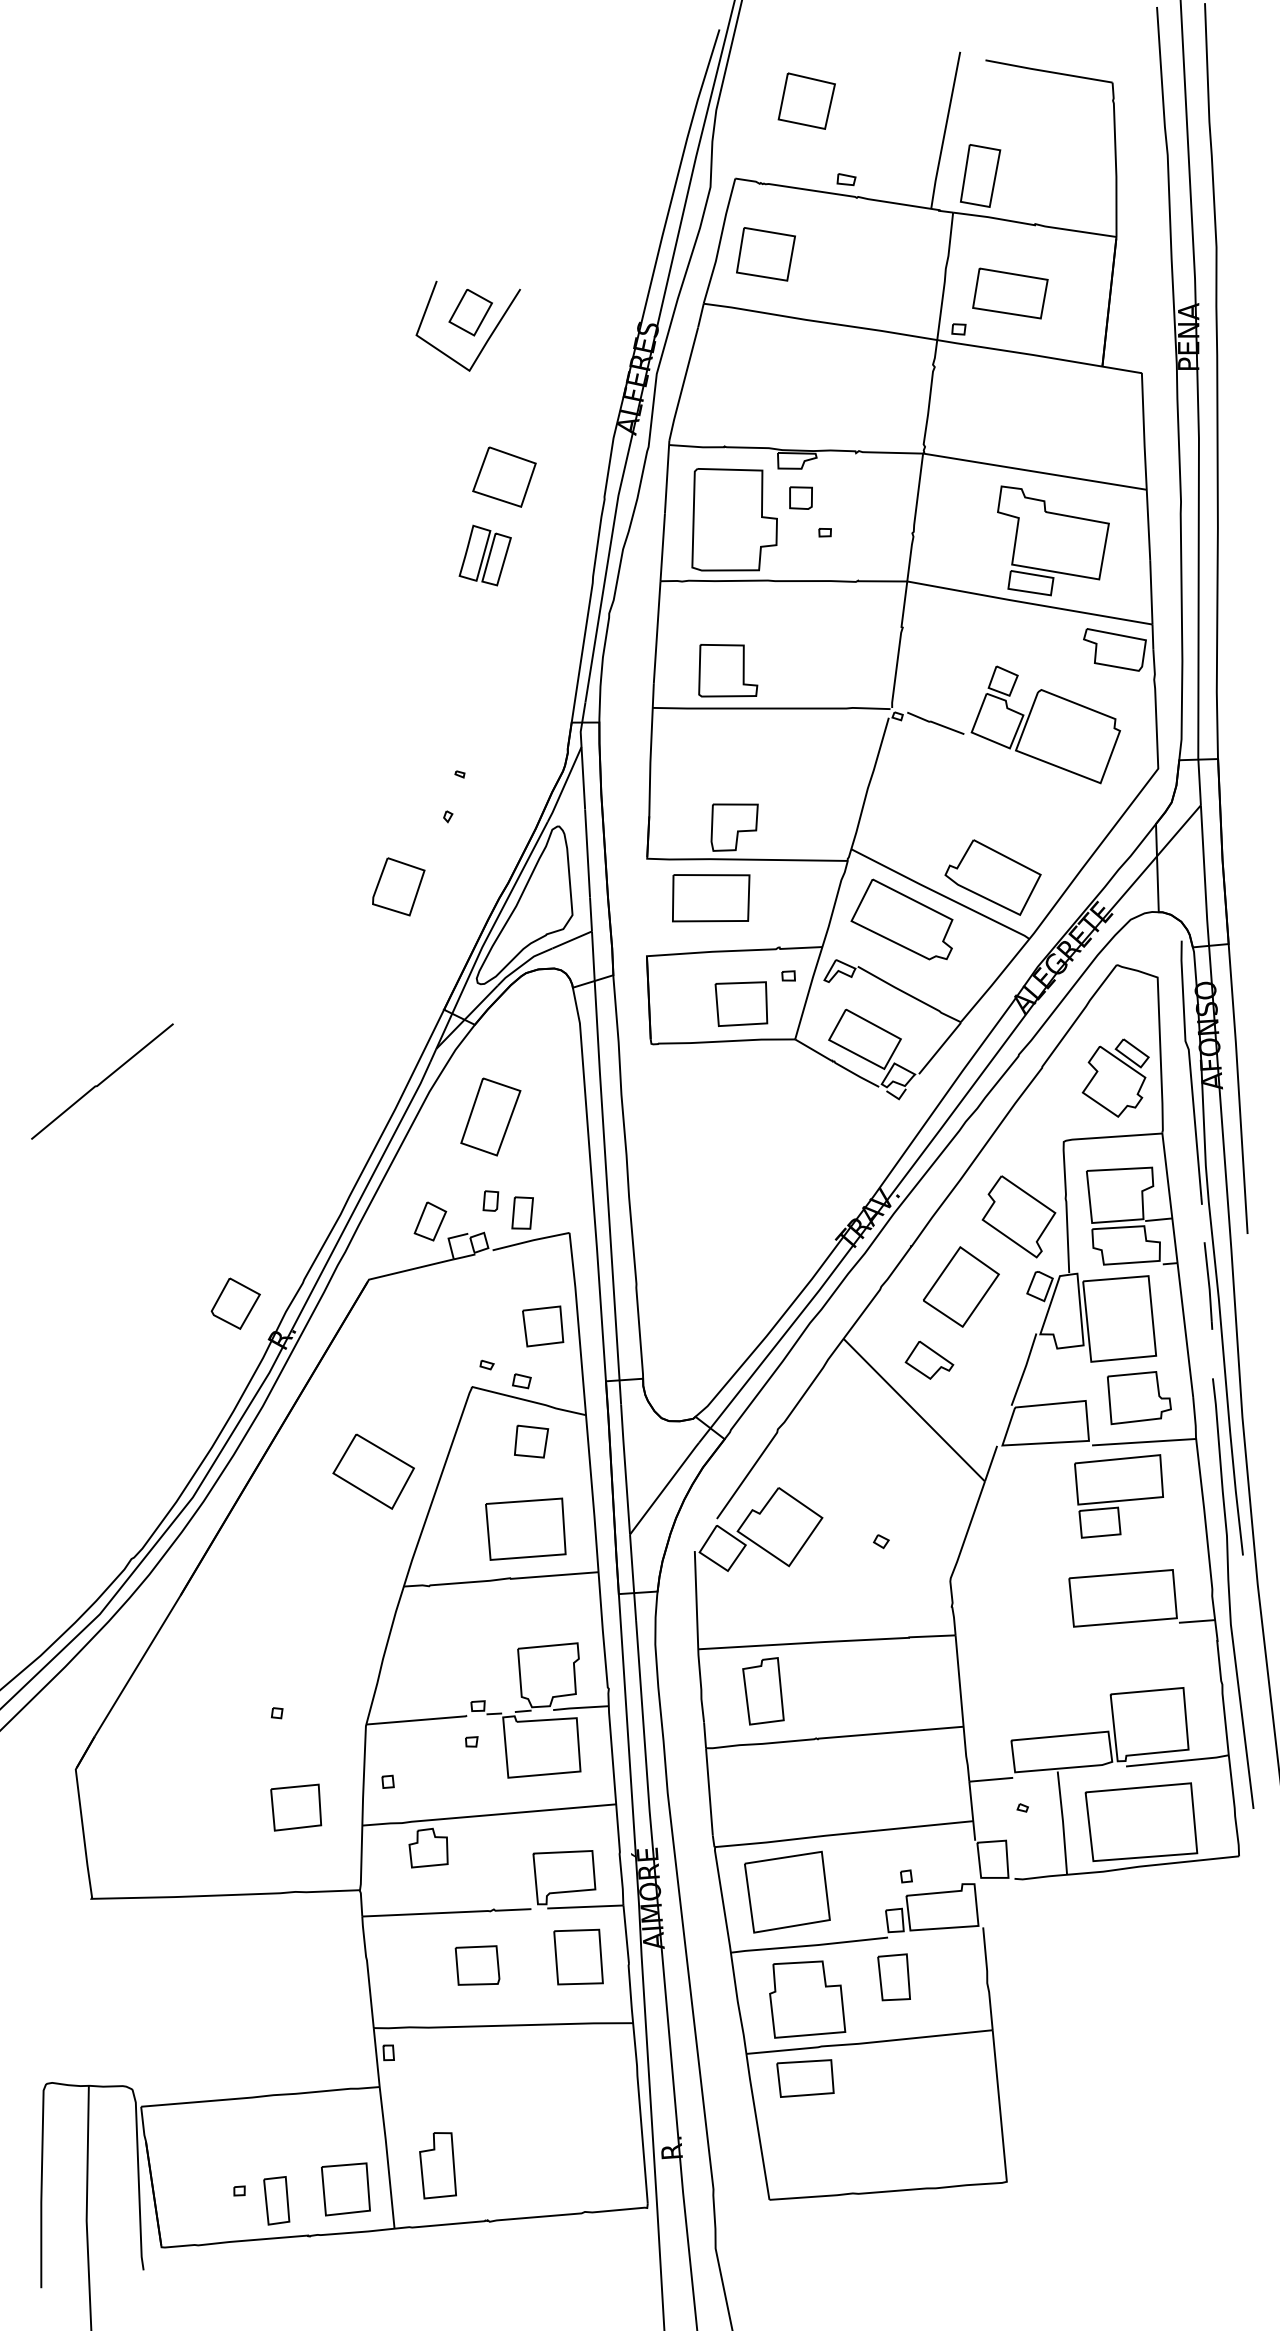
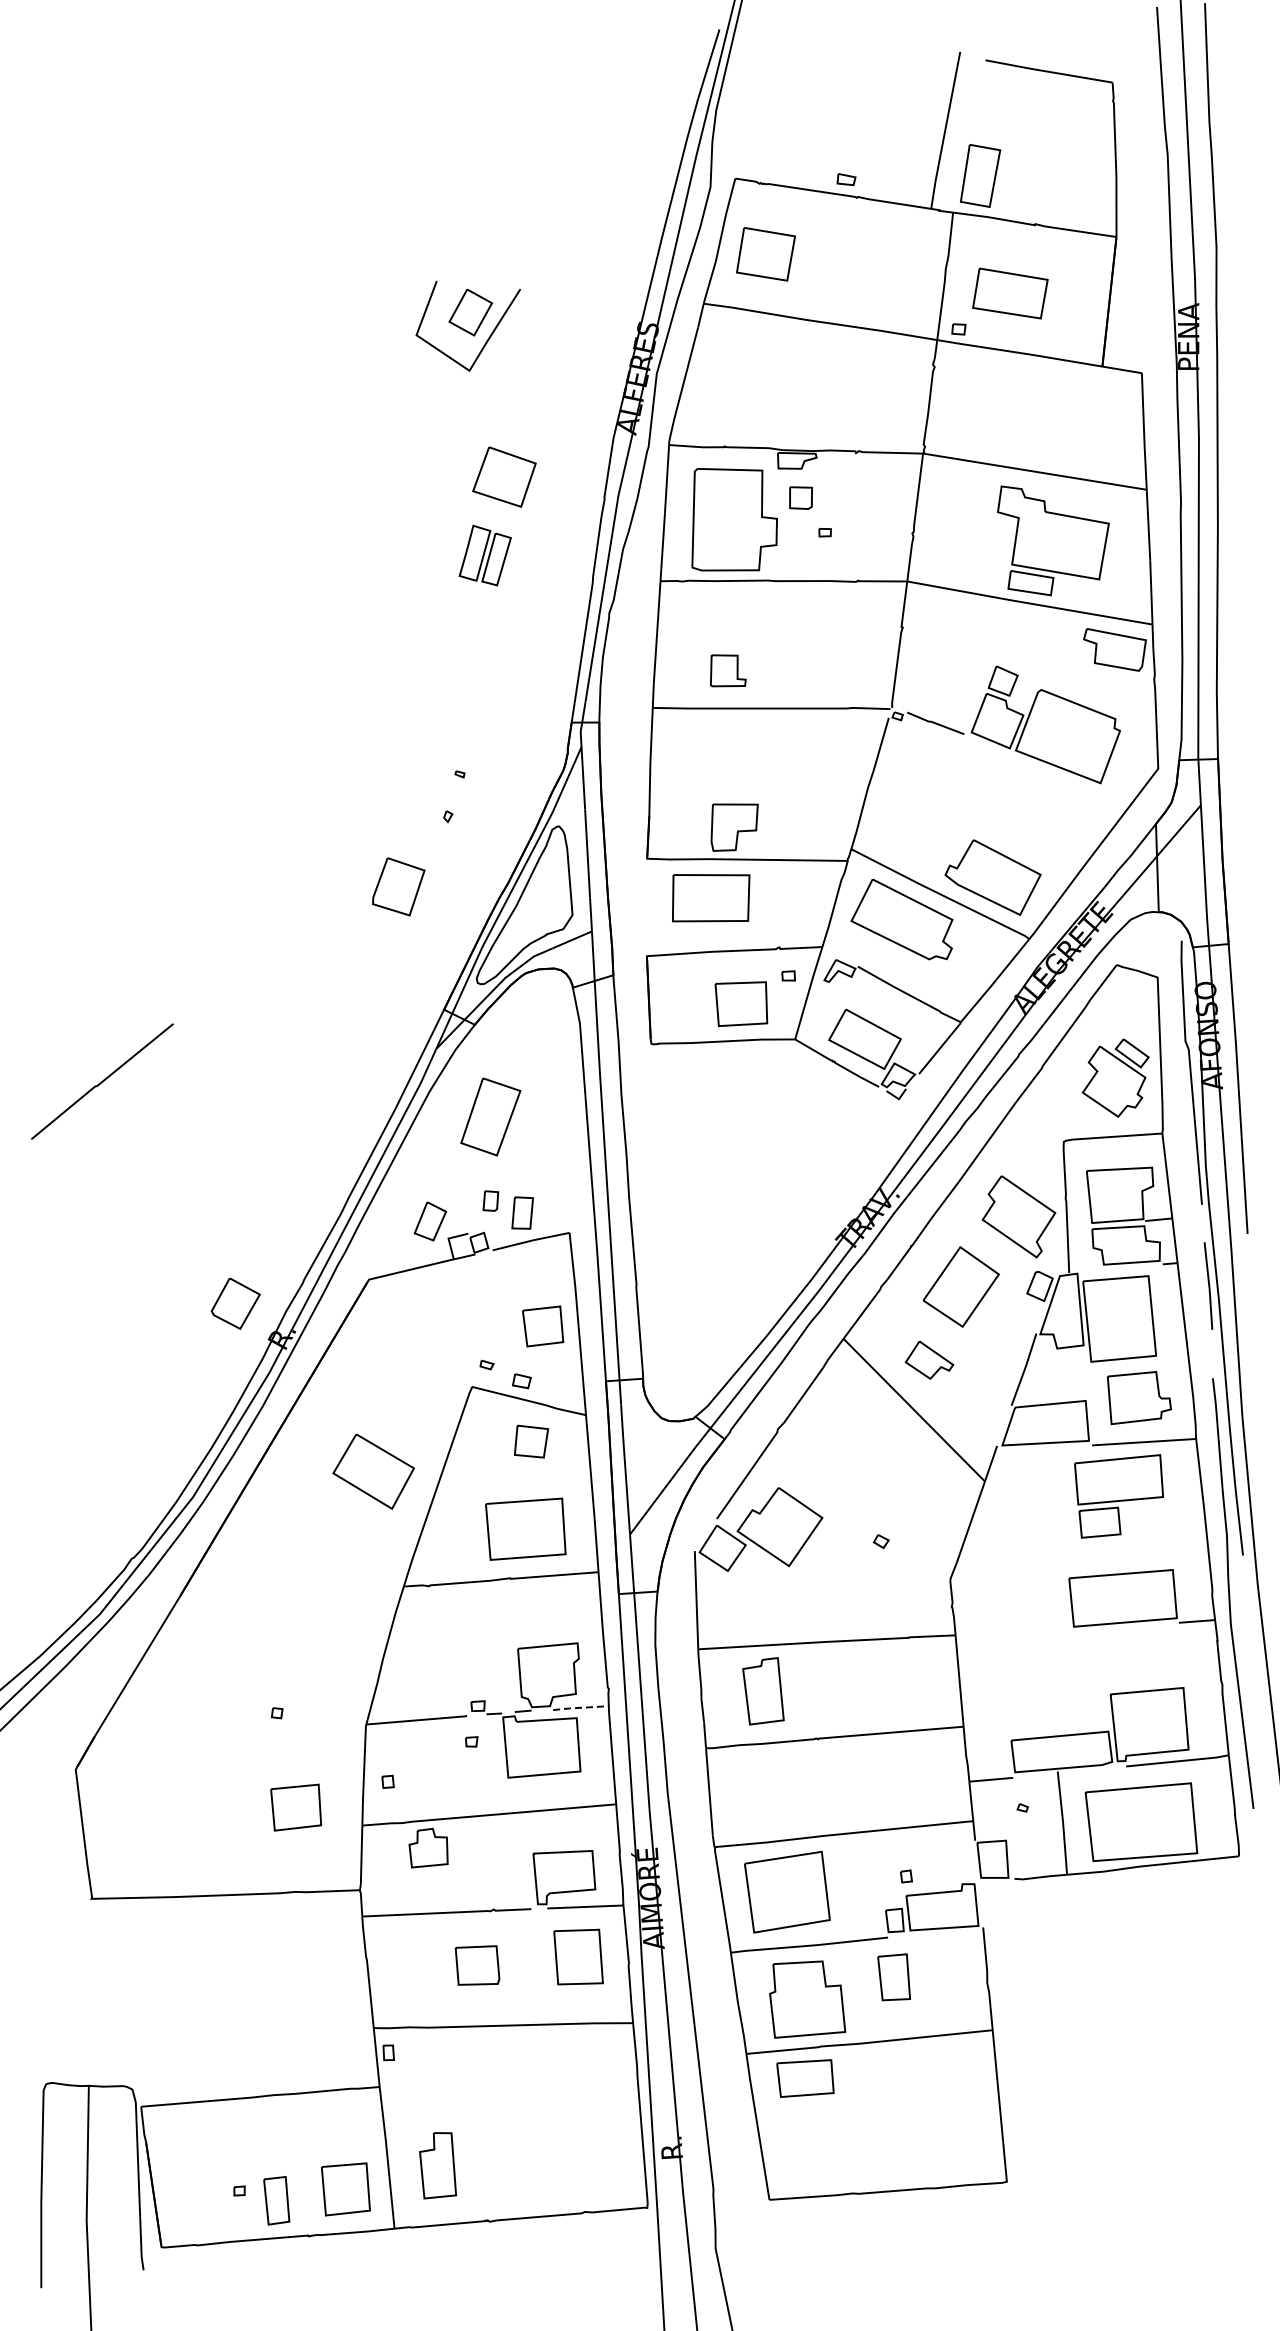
part at (806, 100): present -> none
part at (728, 670) size: 61x54 px -> 37x34 px
line at (580, 1707): solid -> dashed
